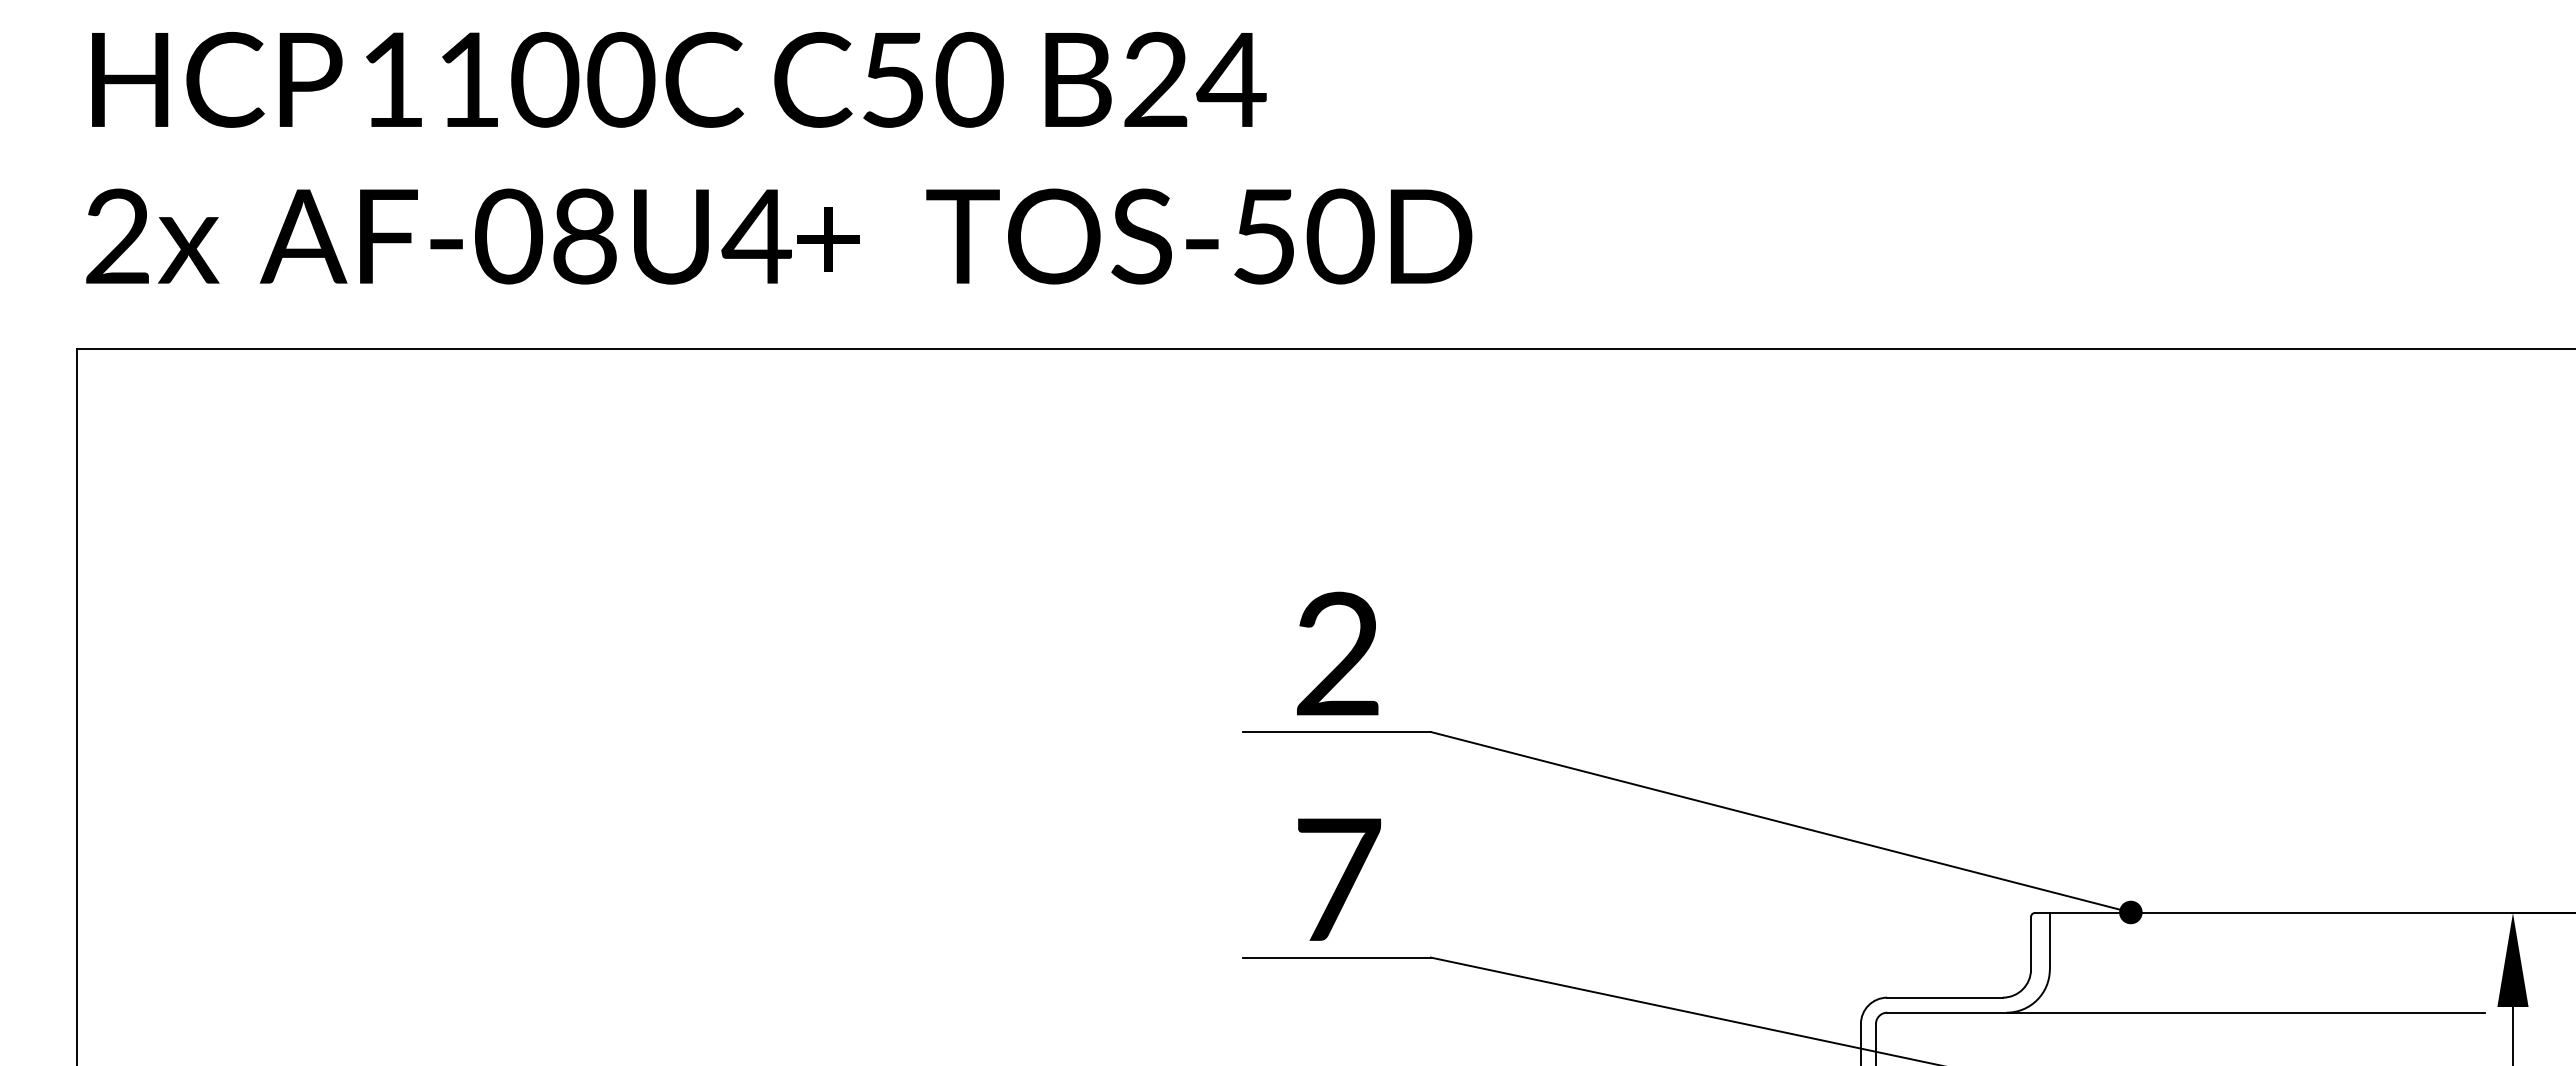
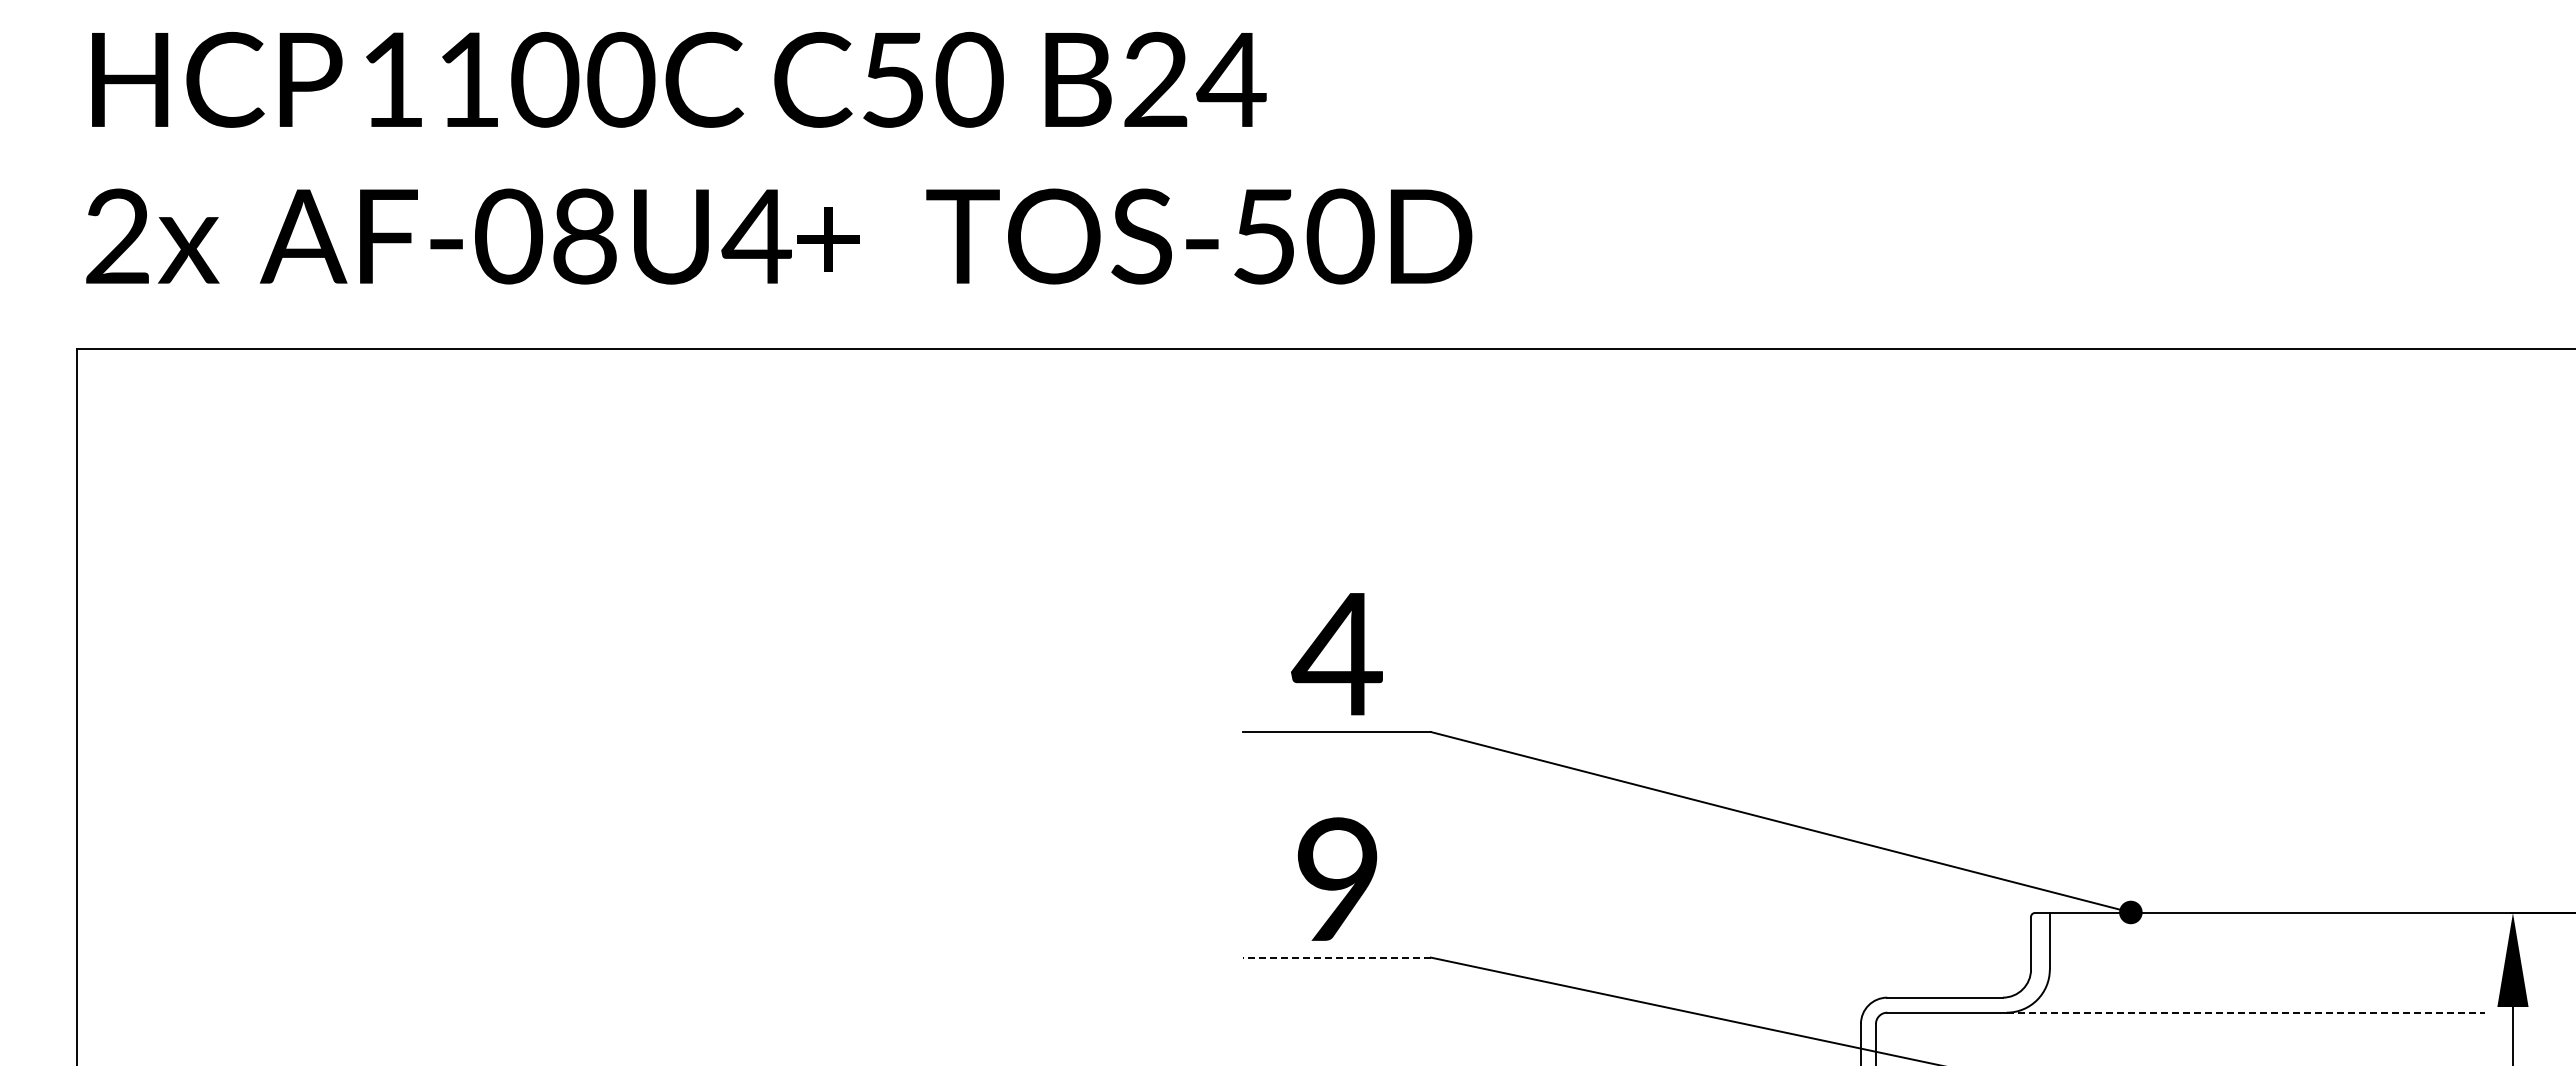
text at (1336, 653): 2 -> 4
text at (1339, 878): 7 -> 9
line at (1336, 957): solid -> dashed
line at (2246, 1012): solid -> dashed
